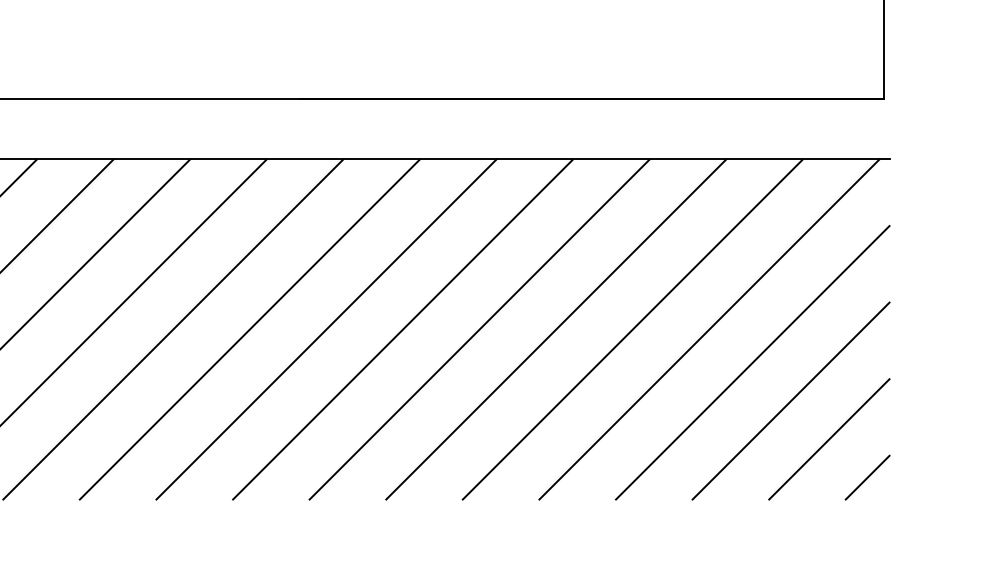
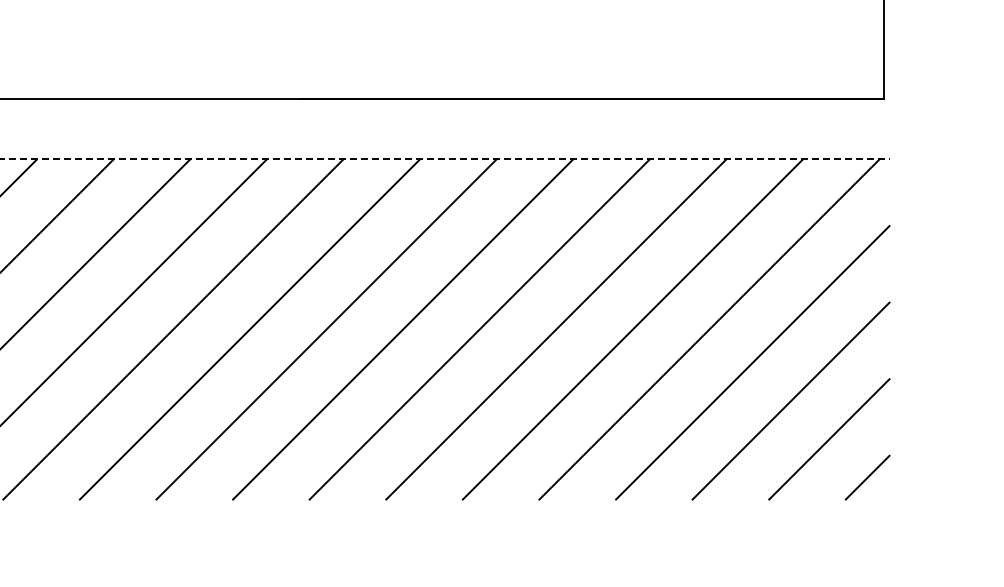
line at (445, 159): solid -> dashed
